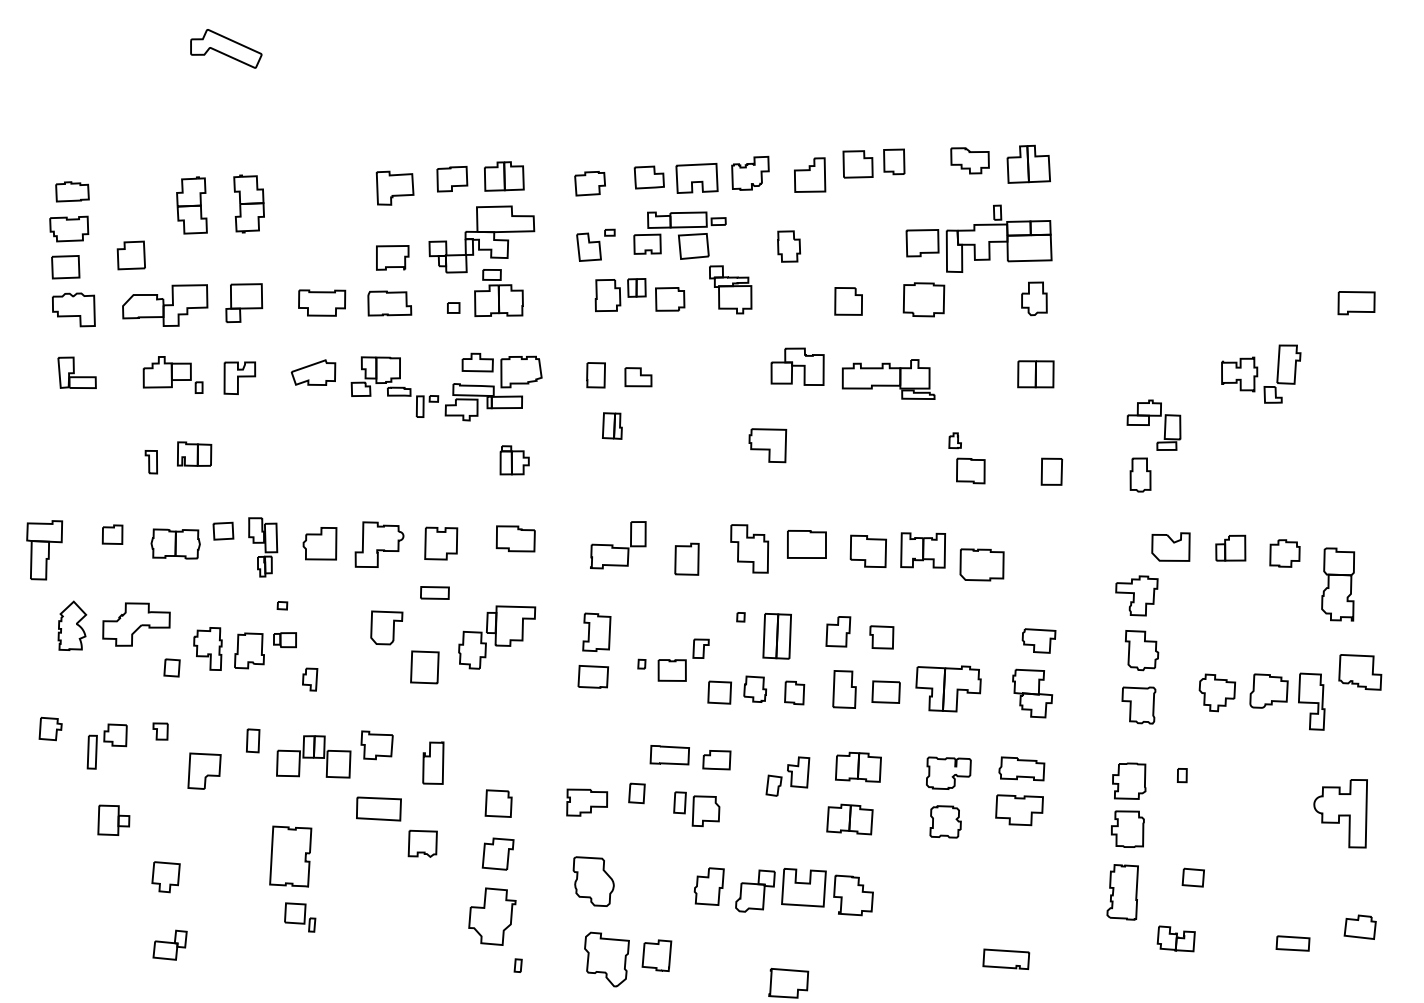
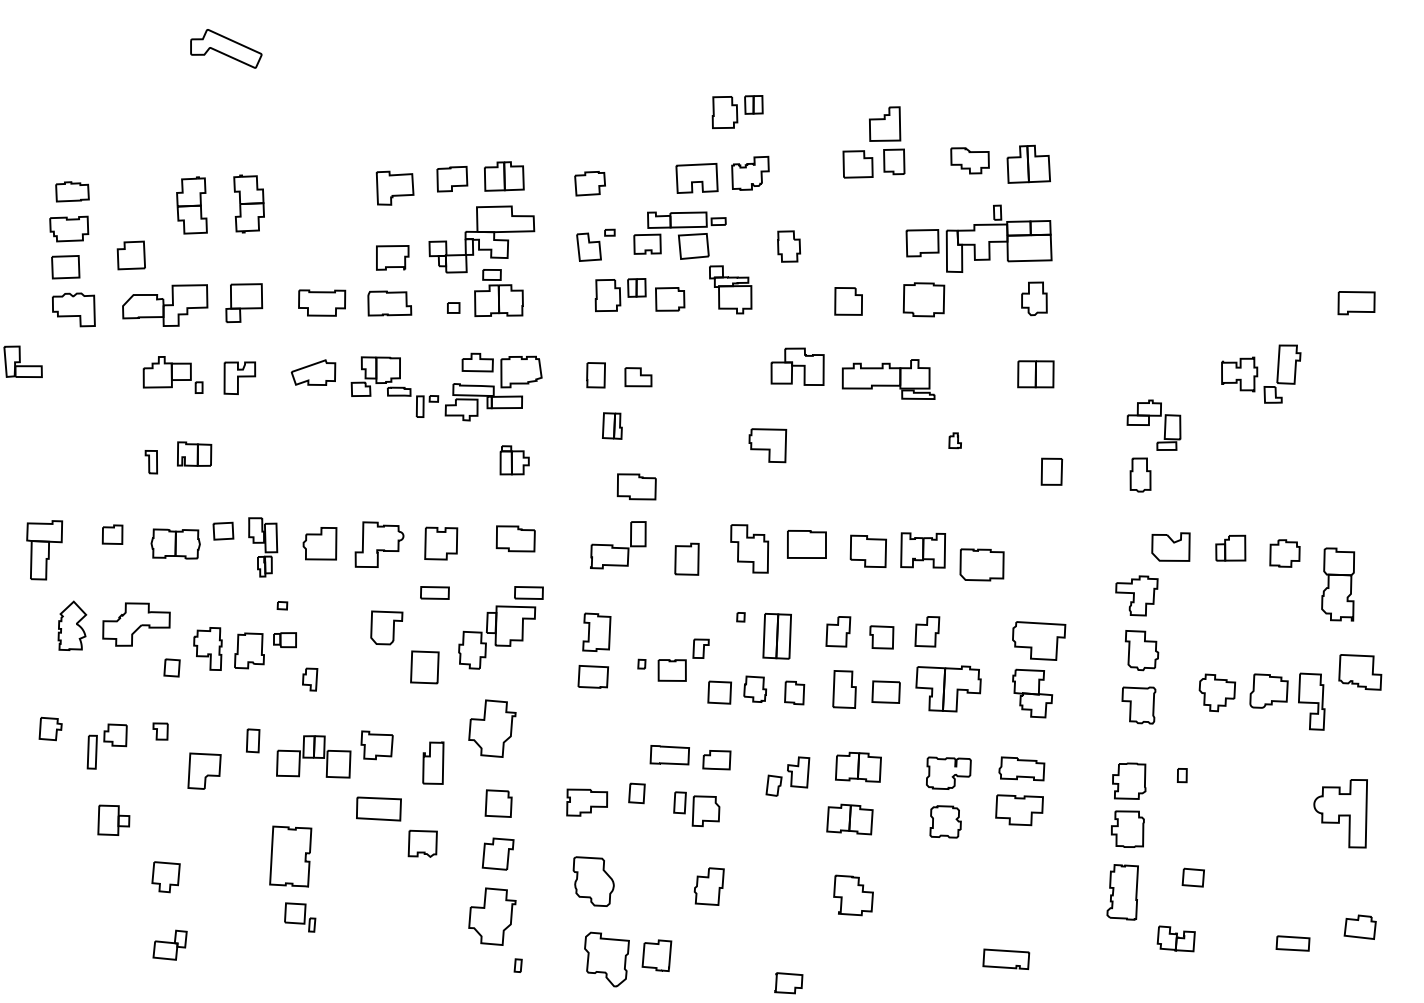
part at (737, 112): none -> present
part at (810, 174) position: (810, 174) -> (885, 123)
part at (648, 177): present -> none
part at (76, 372) position: (76, 372) -> (22, 361)
part at (970, 470): present -> none
part at (636, 486): none -> present
part at (528, 592): none -> present
part at (927, 631): none -> present
part at (1038, 640) size: 36x26 px -> 55x40 px
part at (492, 728): none -> present
part at (780, 890): present -> none
part at (788, 982) size: 42x32 px -> 30x23 px
